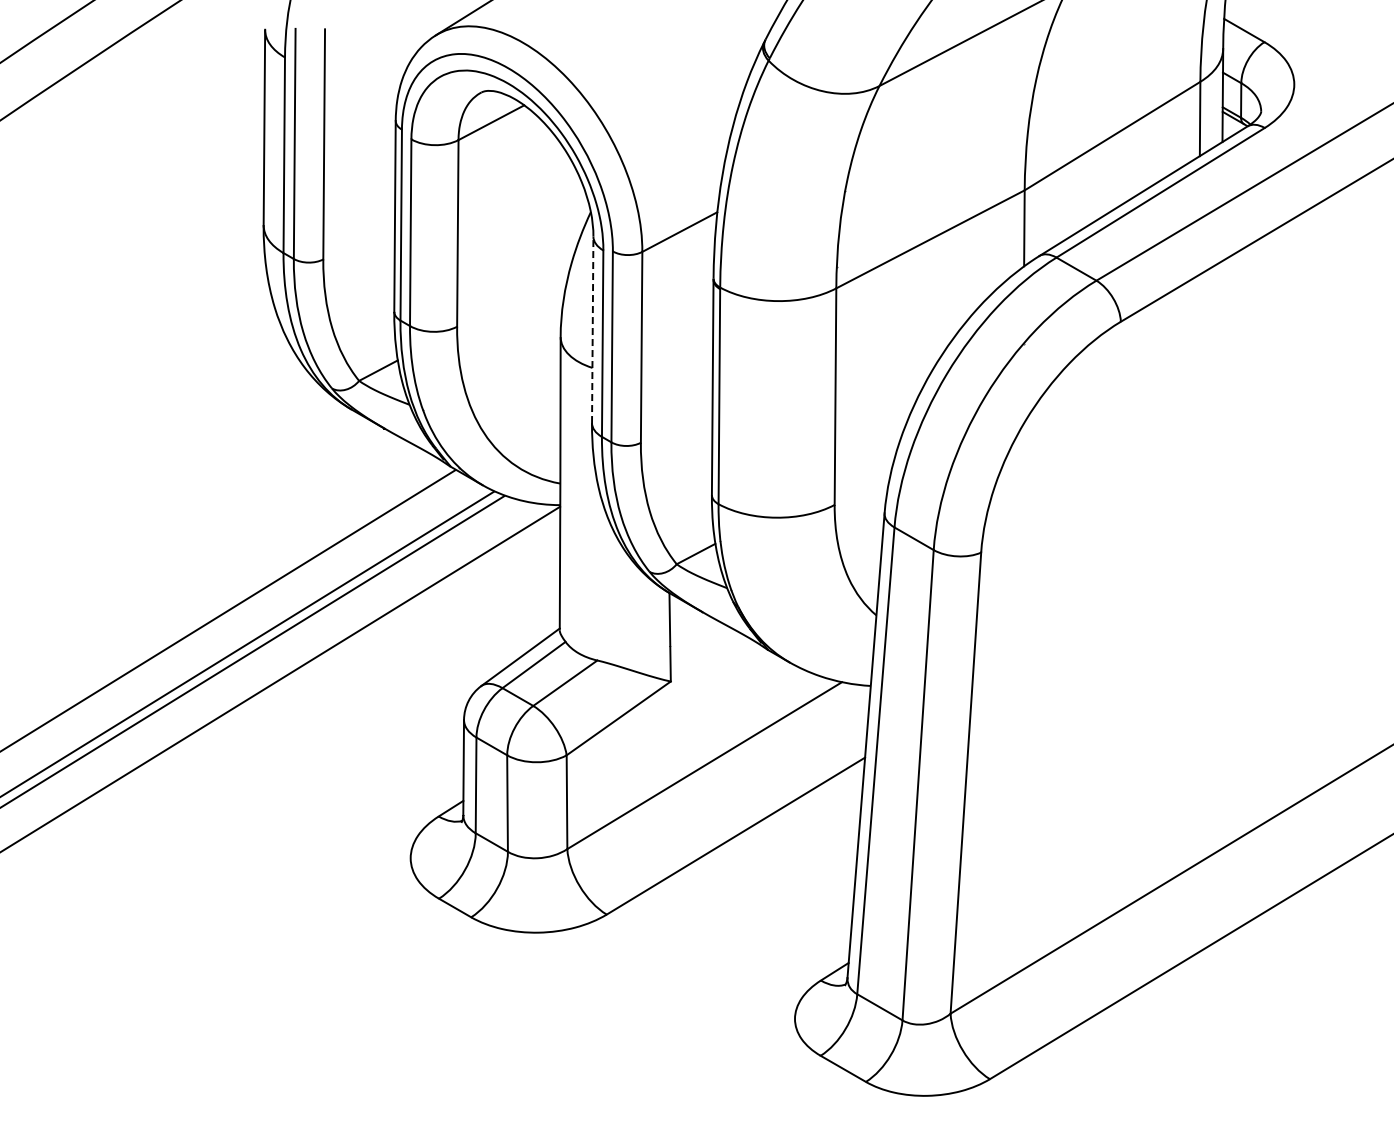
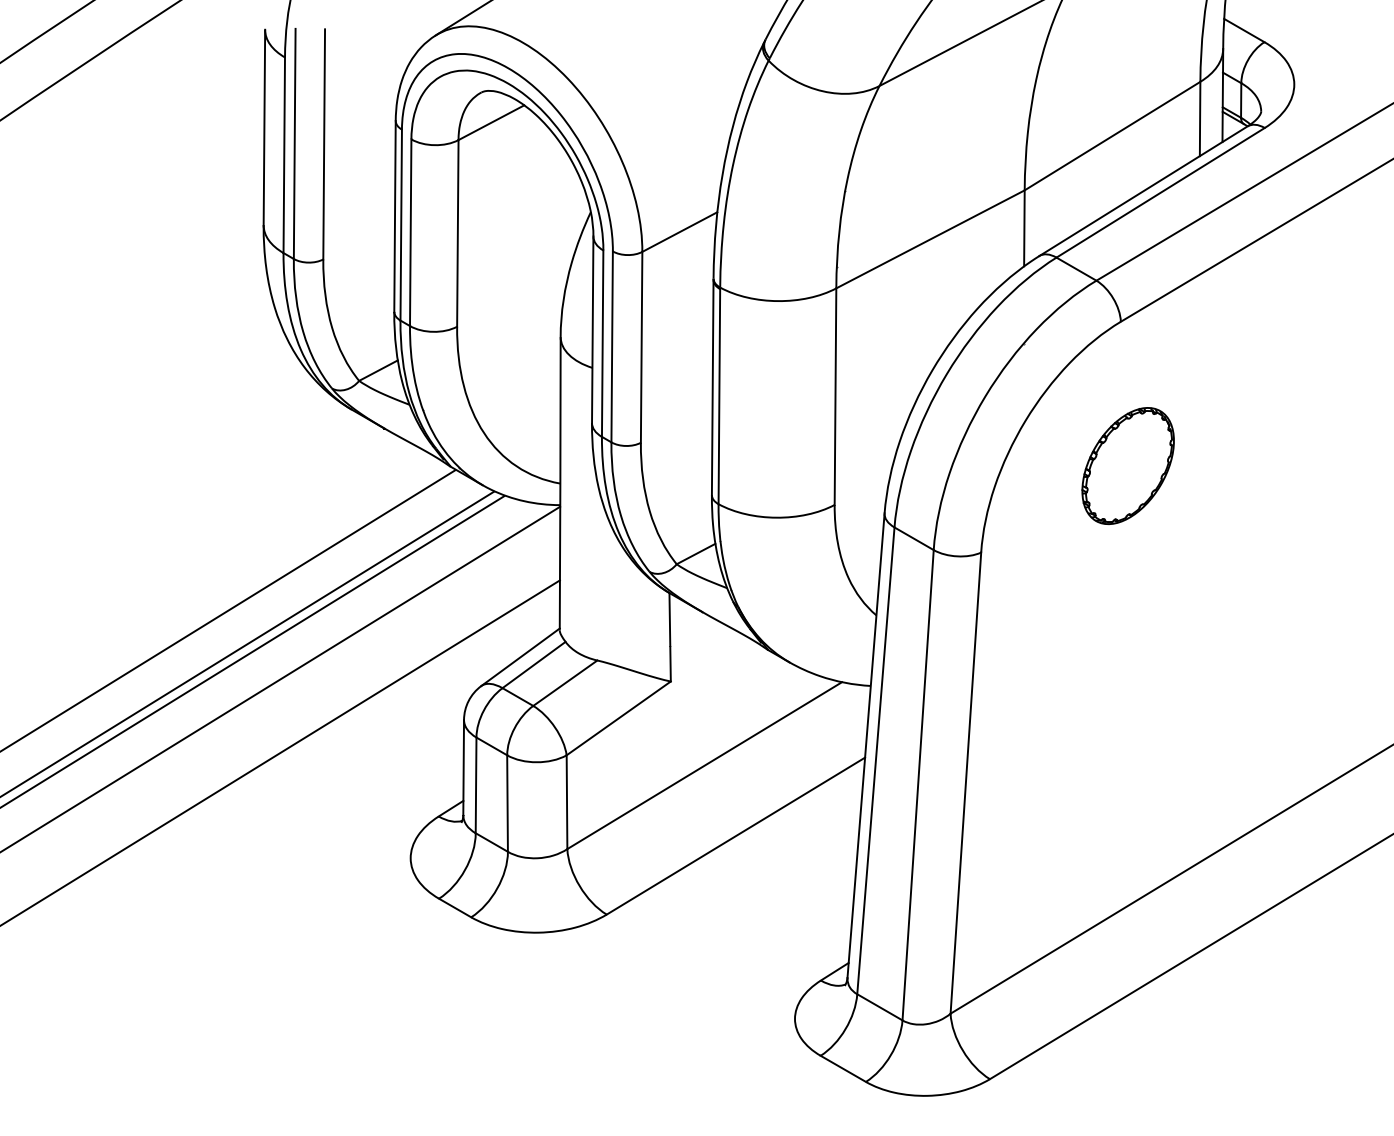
line at (592, 329): dashed -> solid
part at (1127, 465): none -> present
line at (280, 752): none -> present
